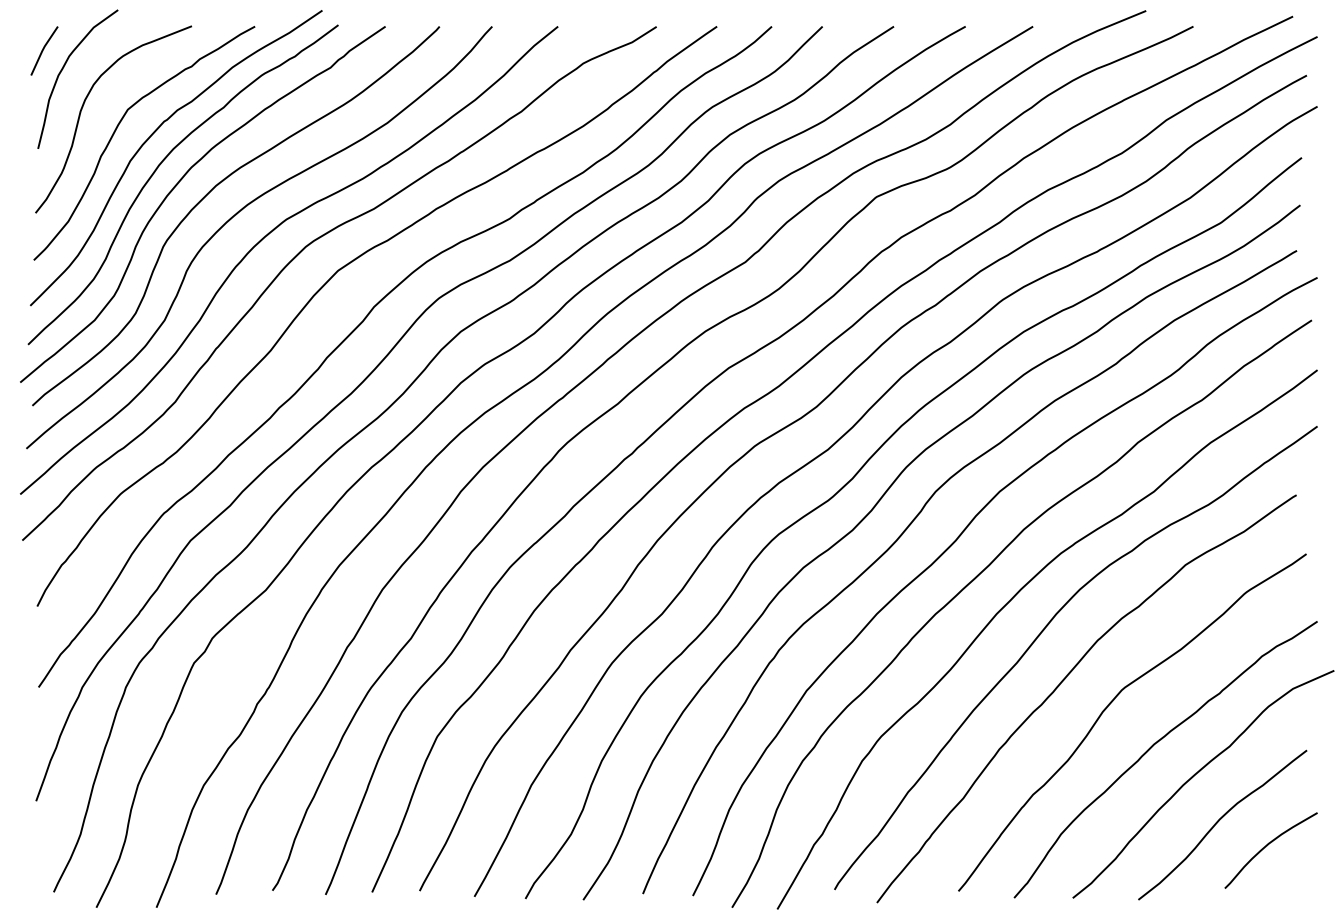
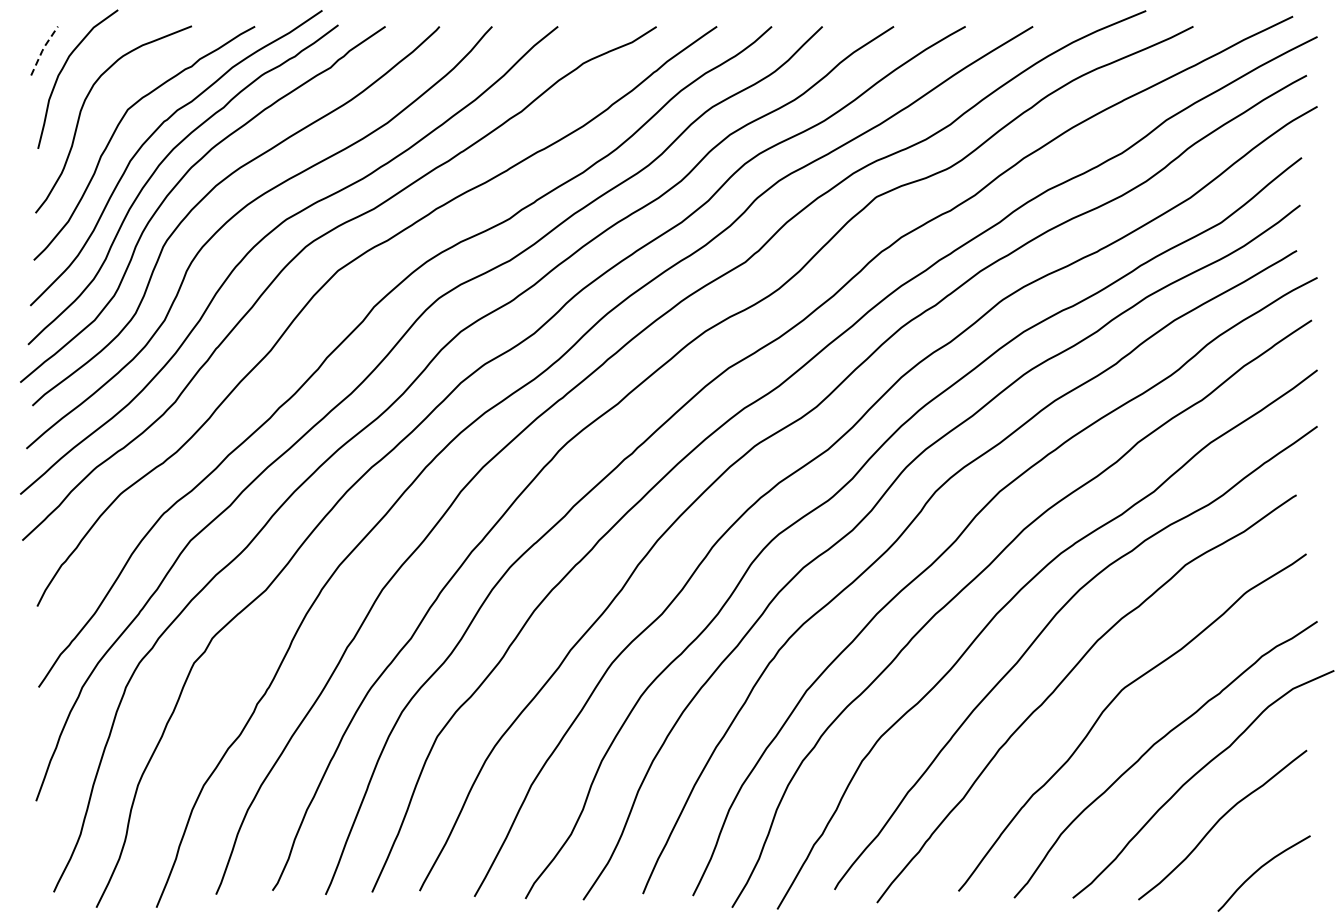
line at (43, 49): solid -> dashed
curve at (1267, 846) position: (1267, 846) -> (1260, 869)
